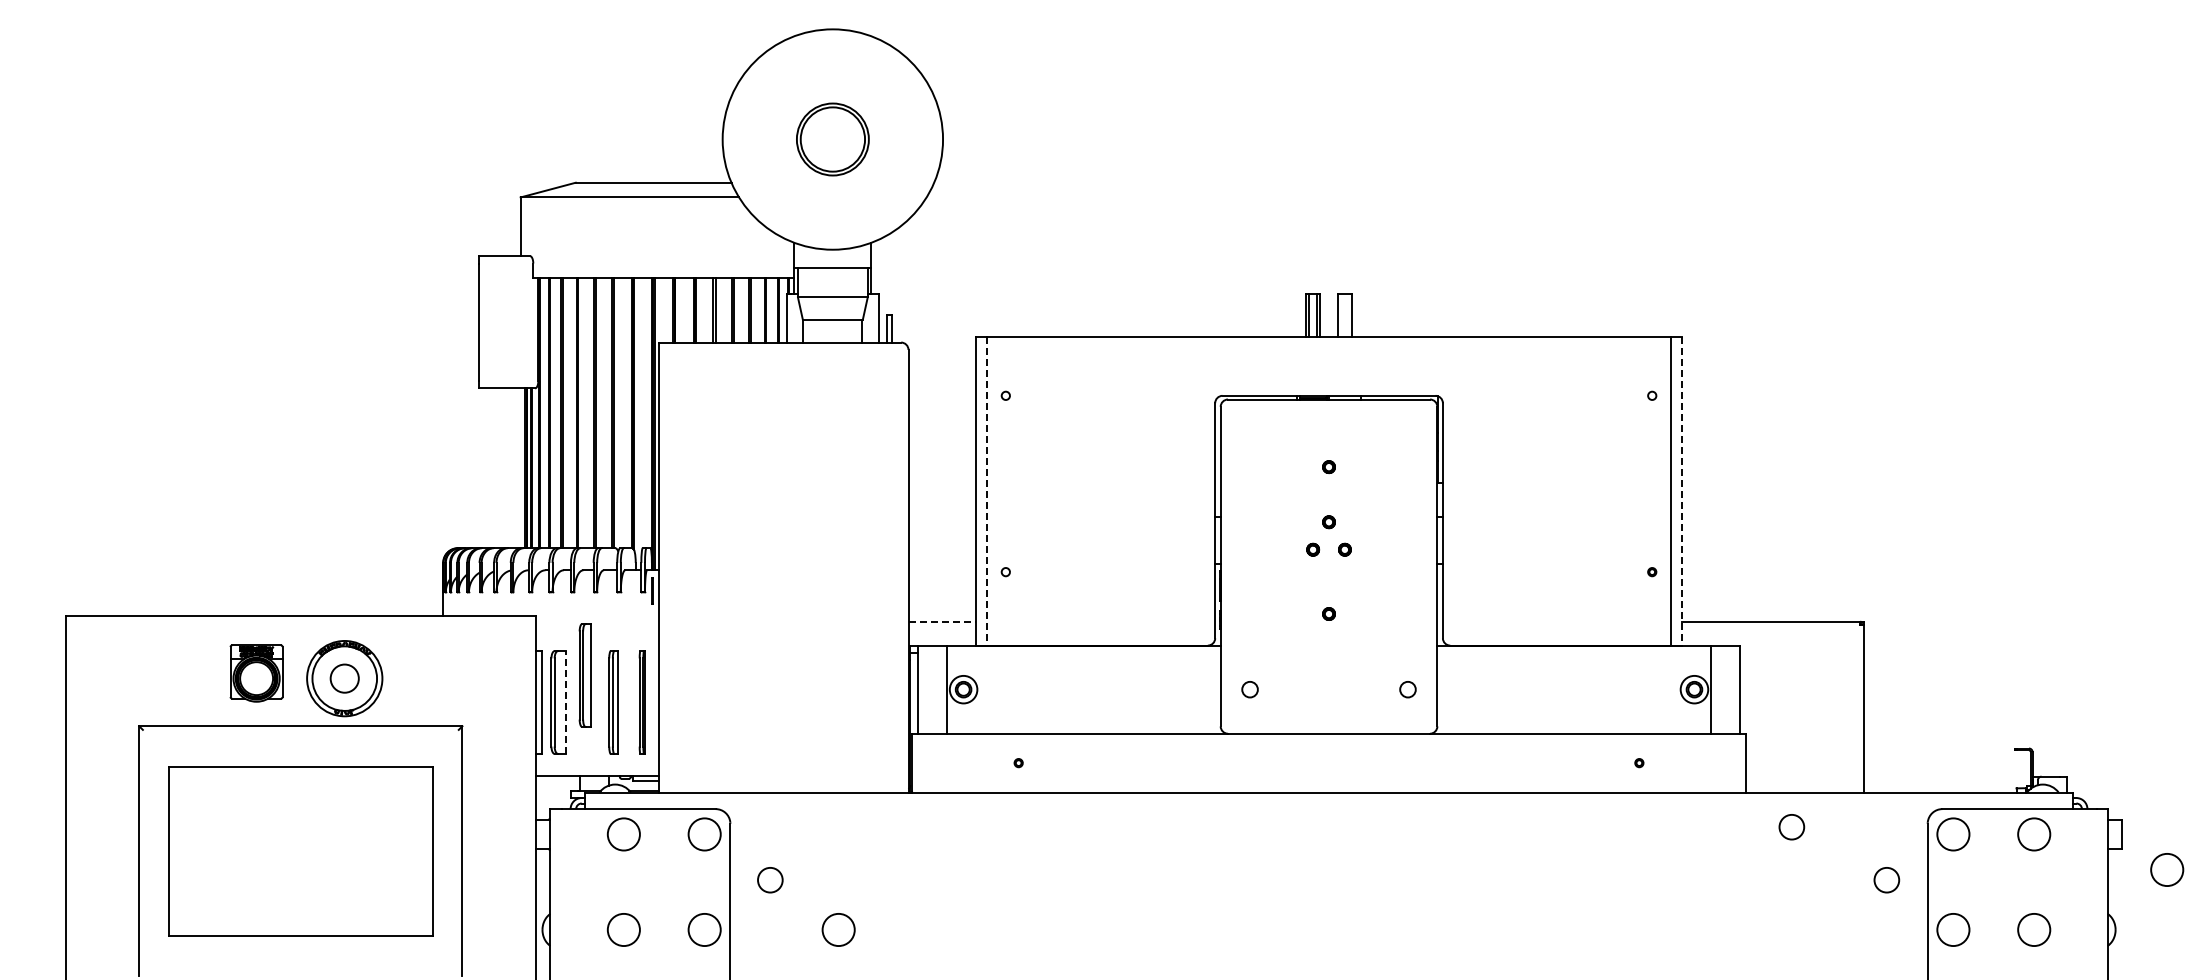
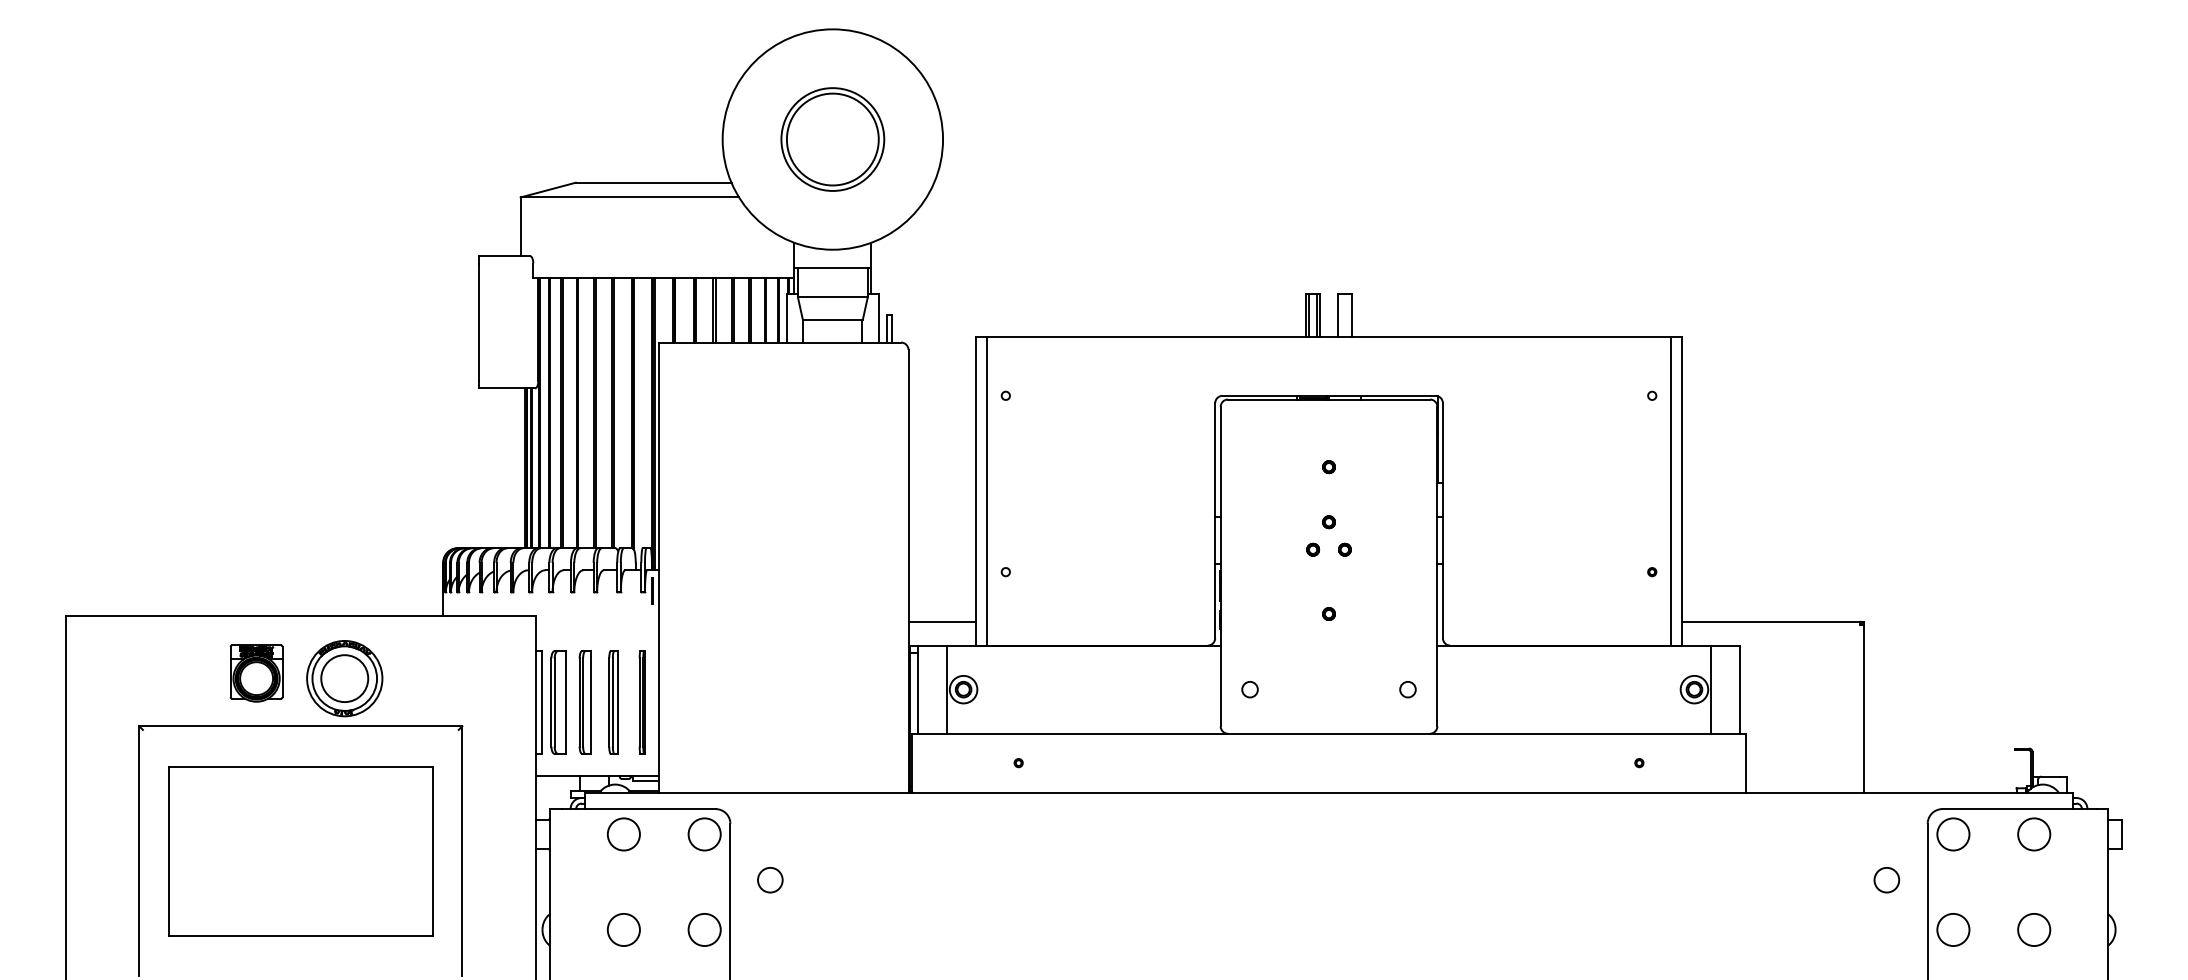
part at (832, 139) size: 74x75 px -> 106x105 px
line at (987, 491): dashed -> solid
line at (1681, 491): dashed -> solid
line at (942, 621): dashed -> solid
part at (584, 675) position: (584, 675) -> (584, 702)
circle at (344, 678) diameter: 28 px -> 47 px
line at (565, 702): dashed -> solid
circle at (1791, 827): present -> none
circle at (2167, 869): present -> none
circle at (838, 929): present -> none
